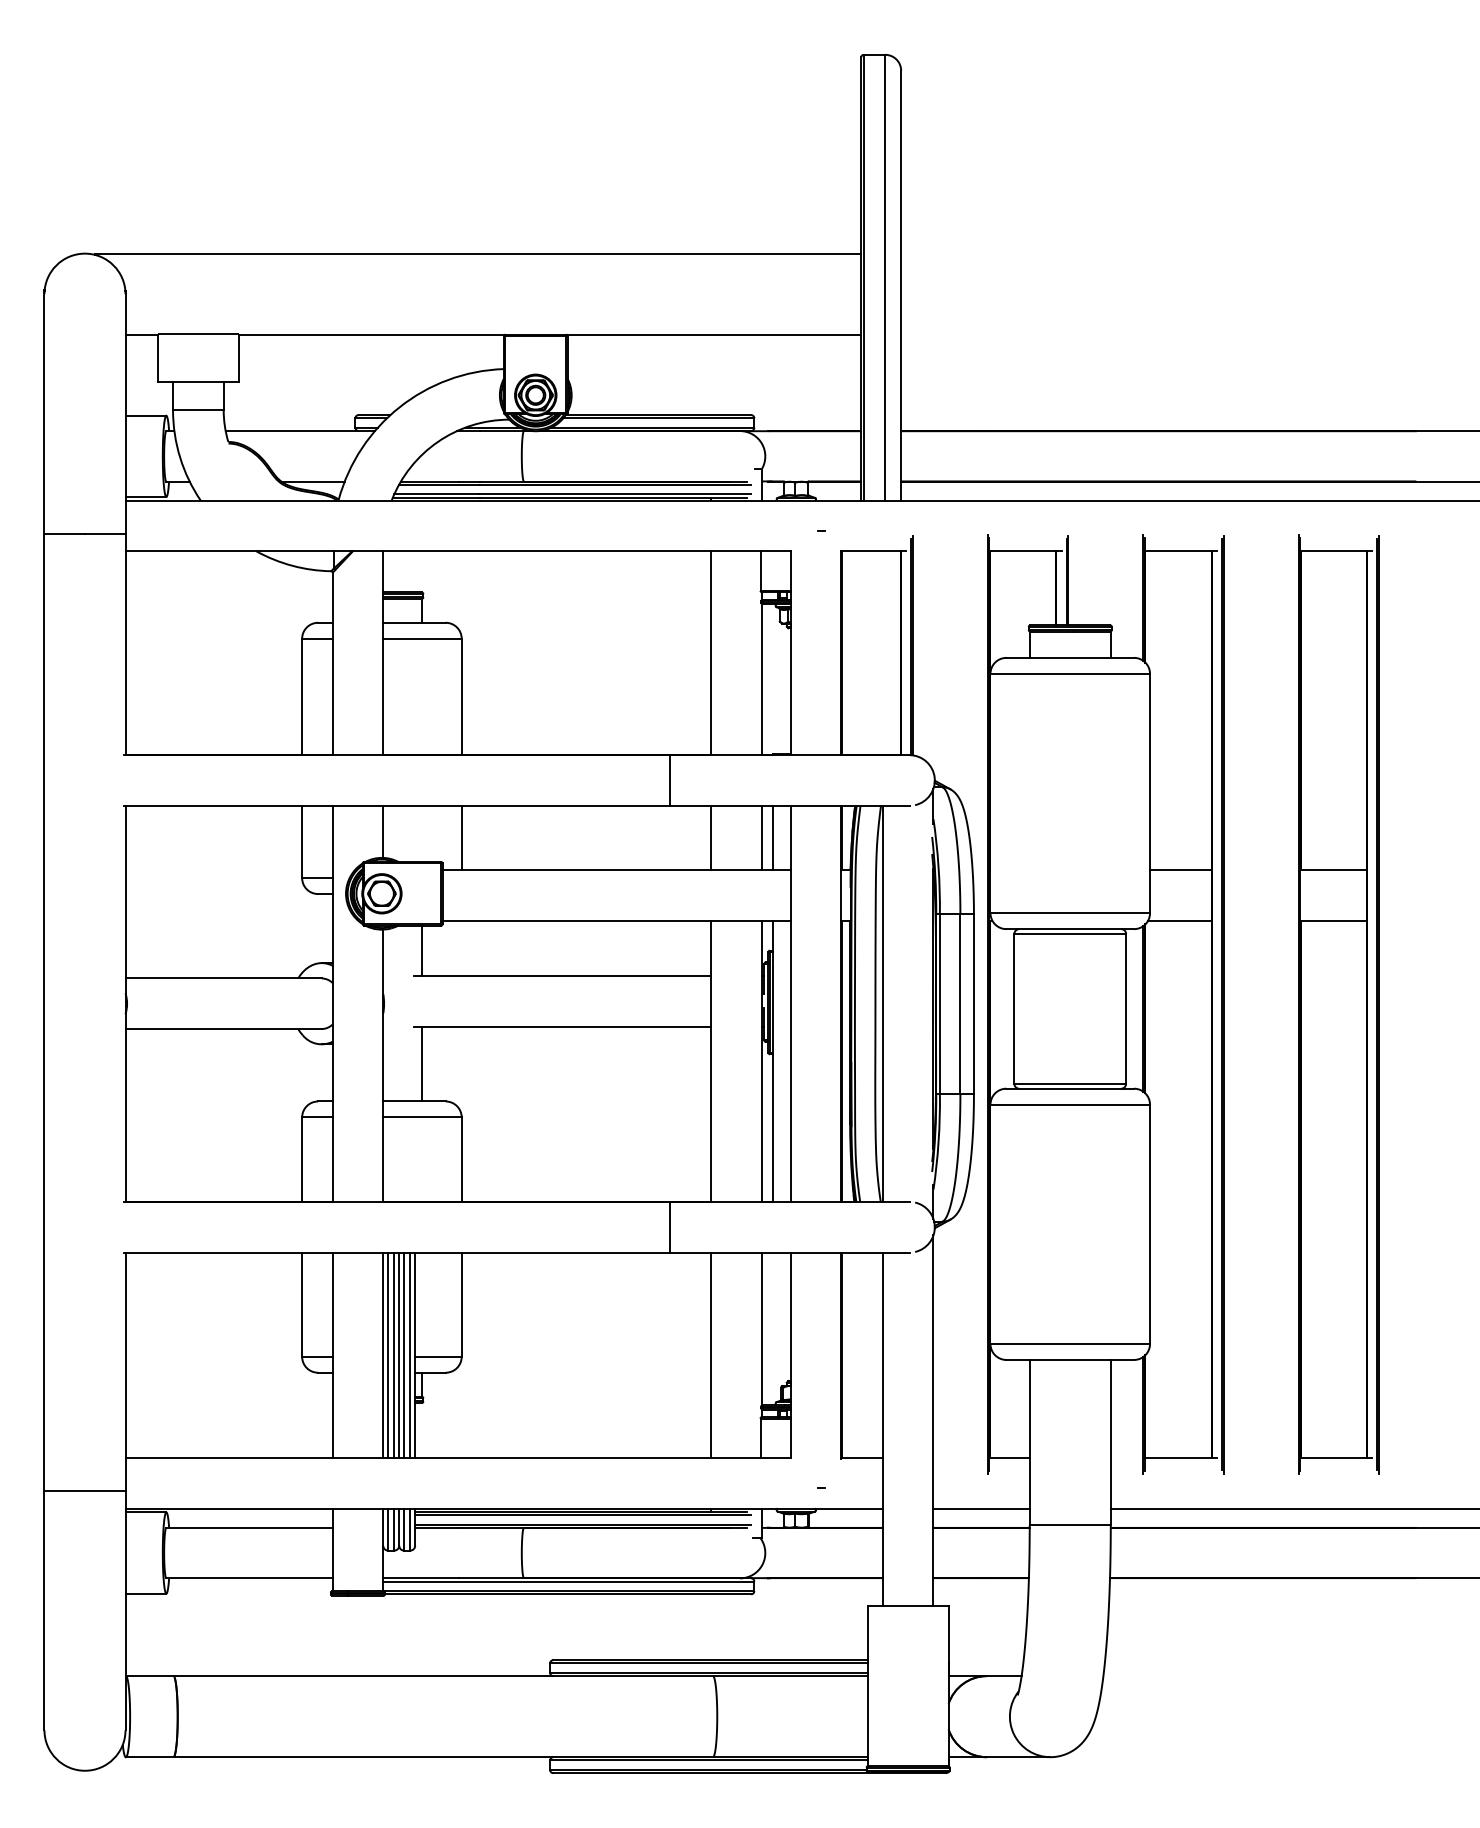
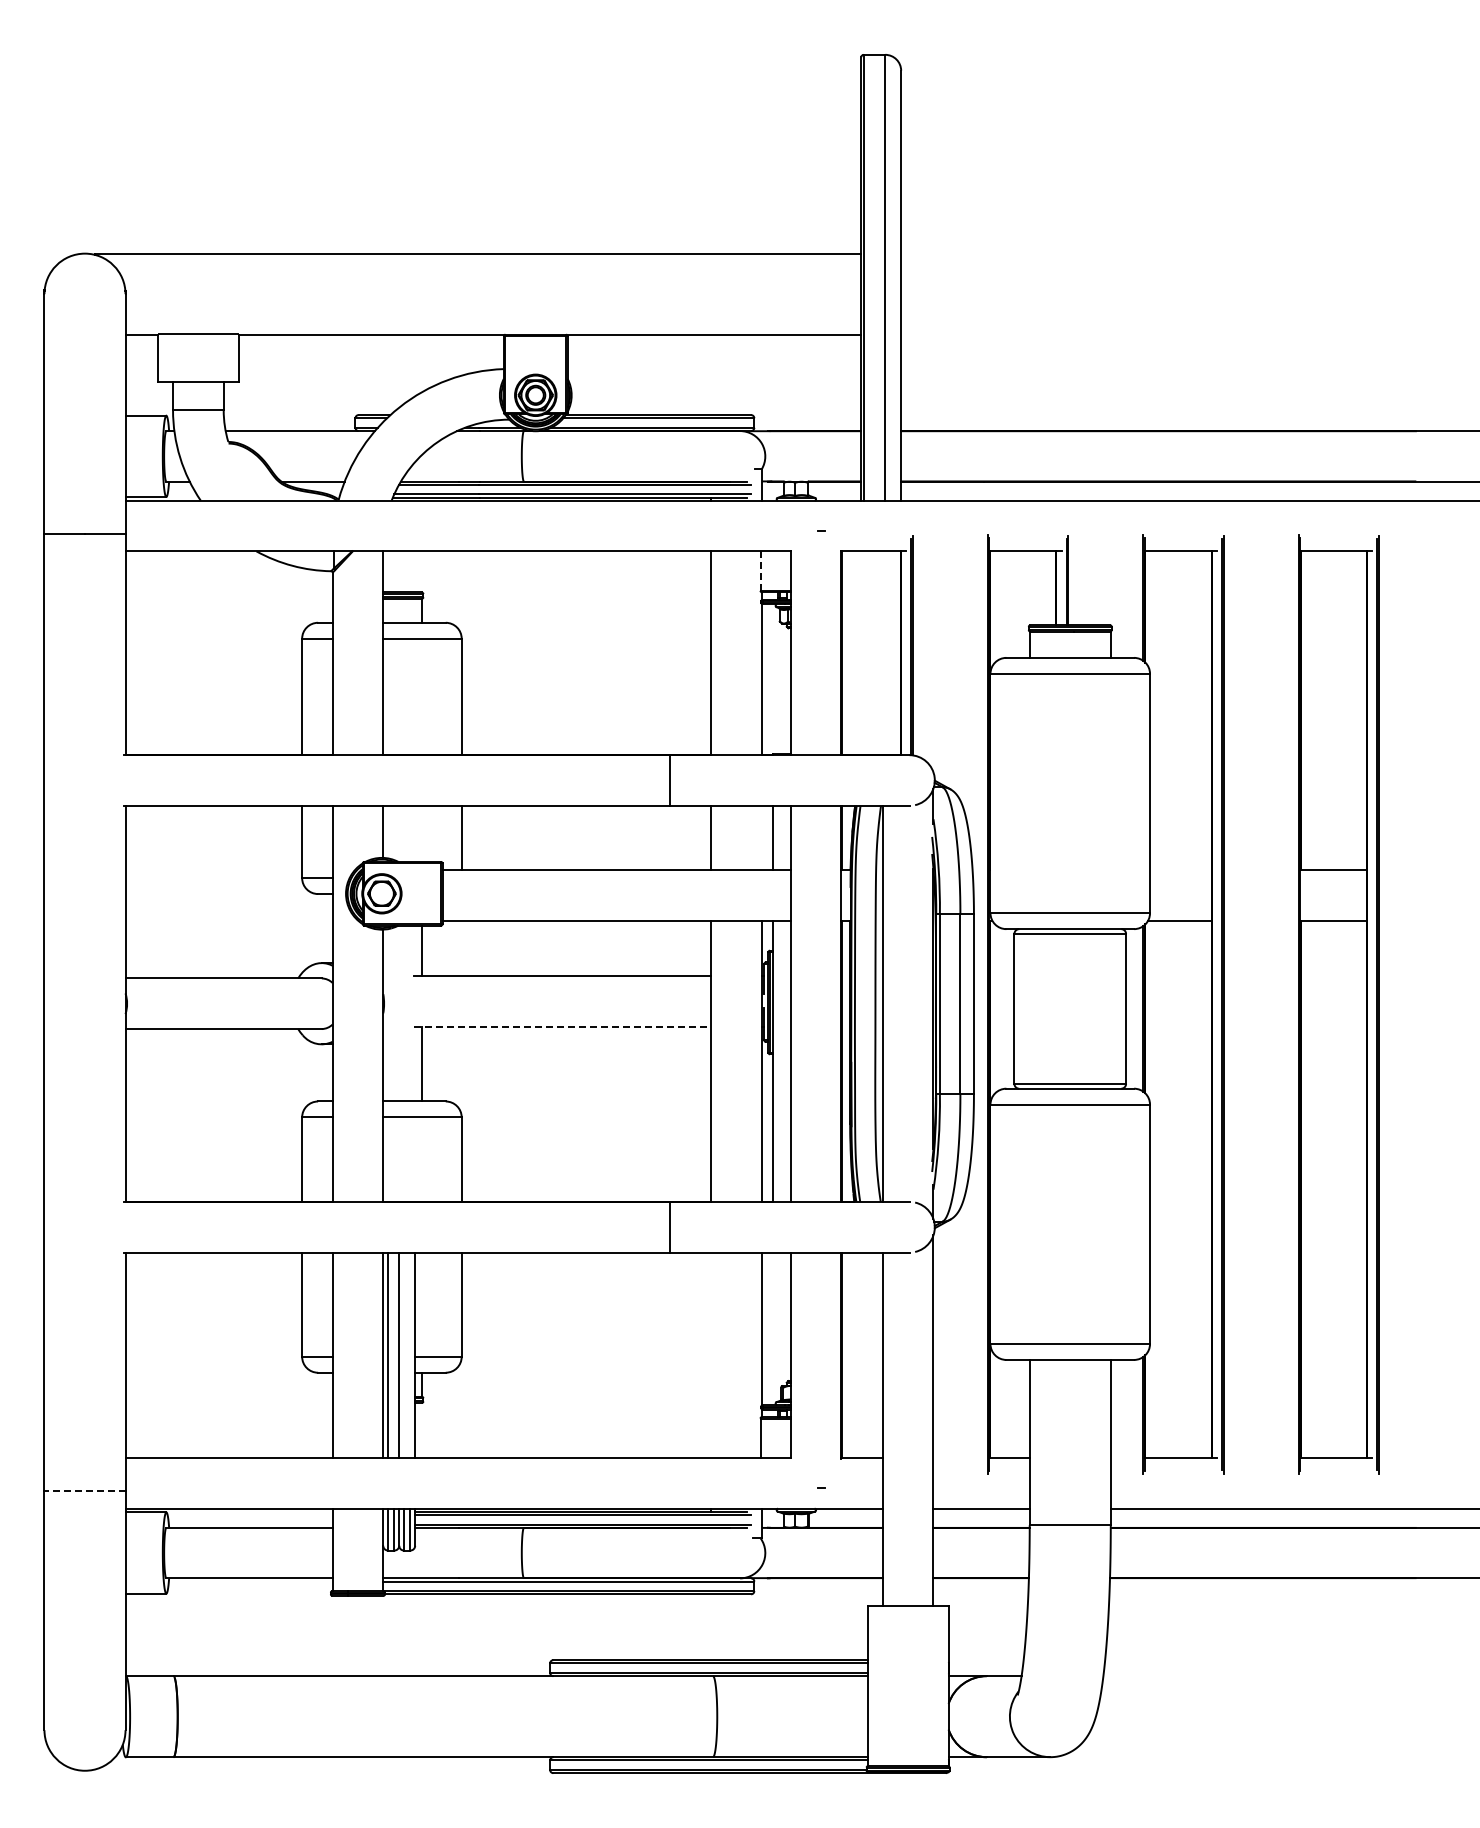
line at (760, 571): solid -> dashed
line at (762, 837): present -> none
line at (1180, 869): present -> none
line at (562, 1026): solid -> dashed
line at (394, 1355): present -> none
line at (404, 1355): present -> none
line at (410, 1355): present -> none
line at (711, 1355): present -> none
line at (85, 1490): solid -> dashed
